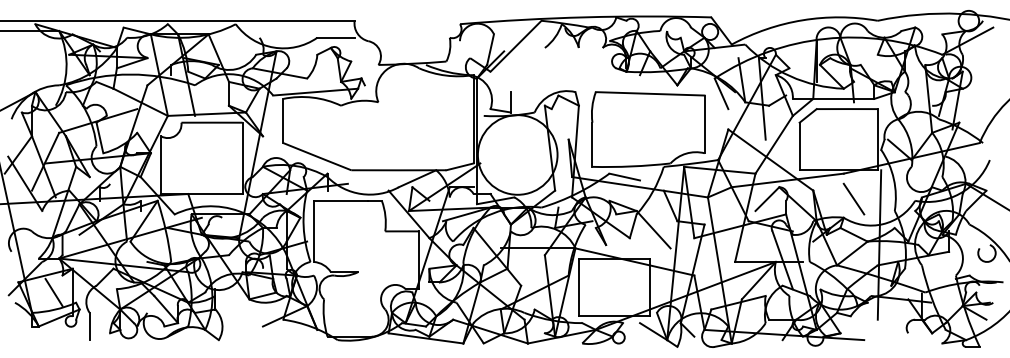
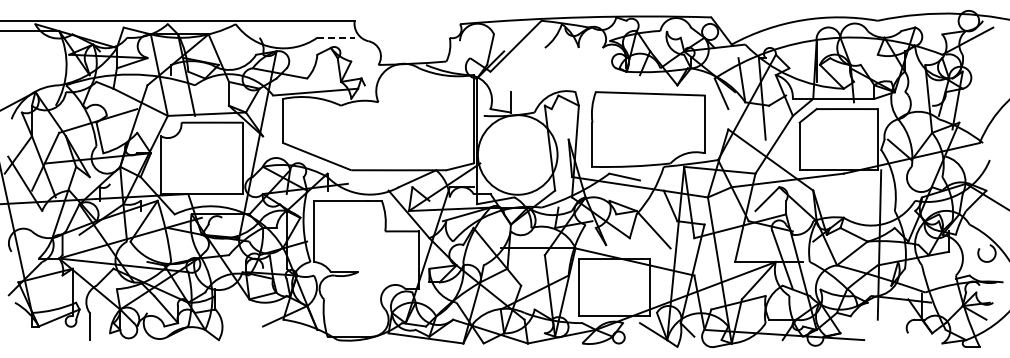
line at (336, 37): solid -> dashed
line at (853, 198): present -> none
line at (53, 292): present -> none
